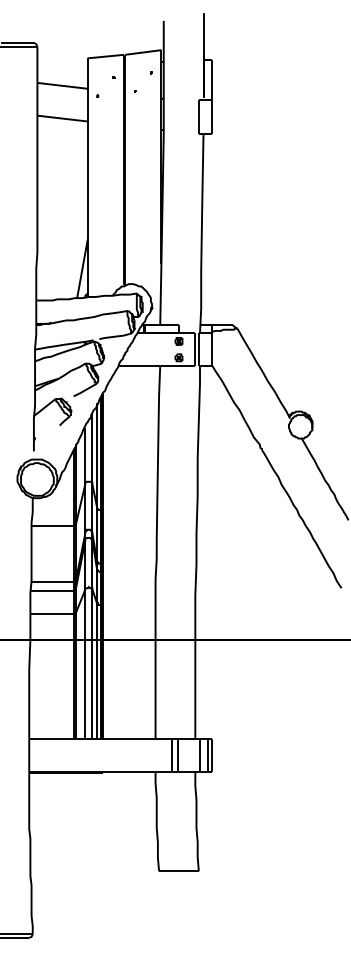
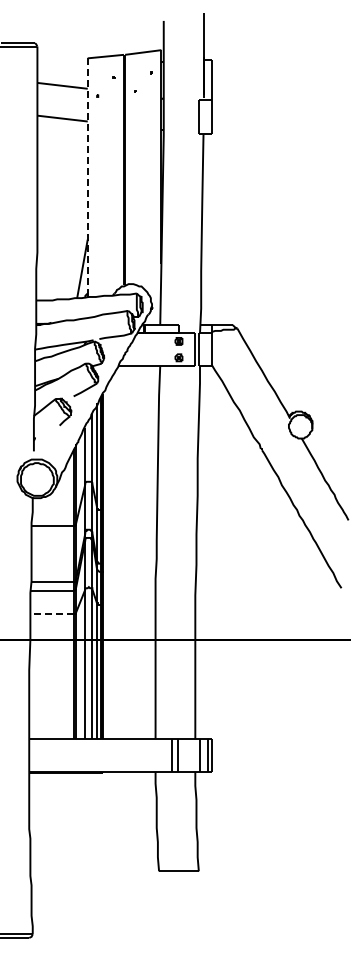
line at (87, 178): solid -> dashed
line at (52, 613): solid -> dashed
